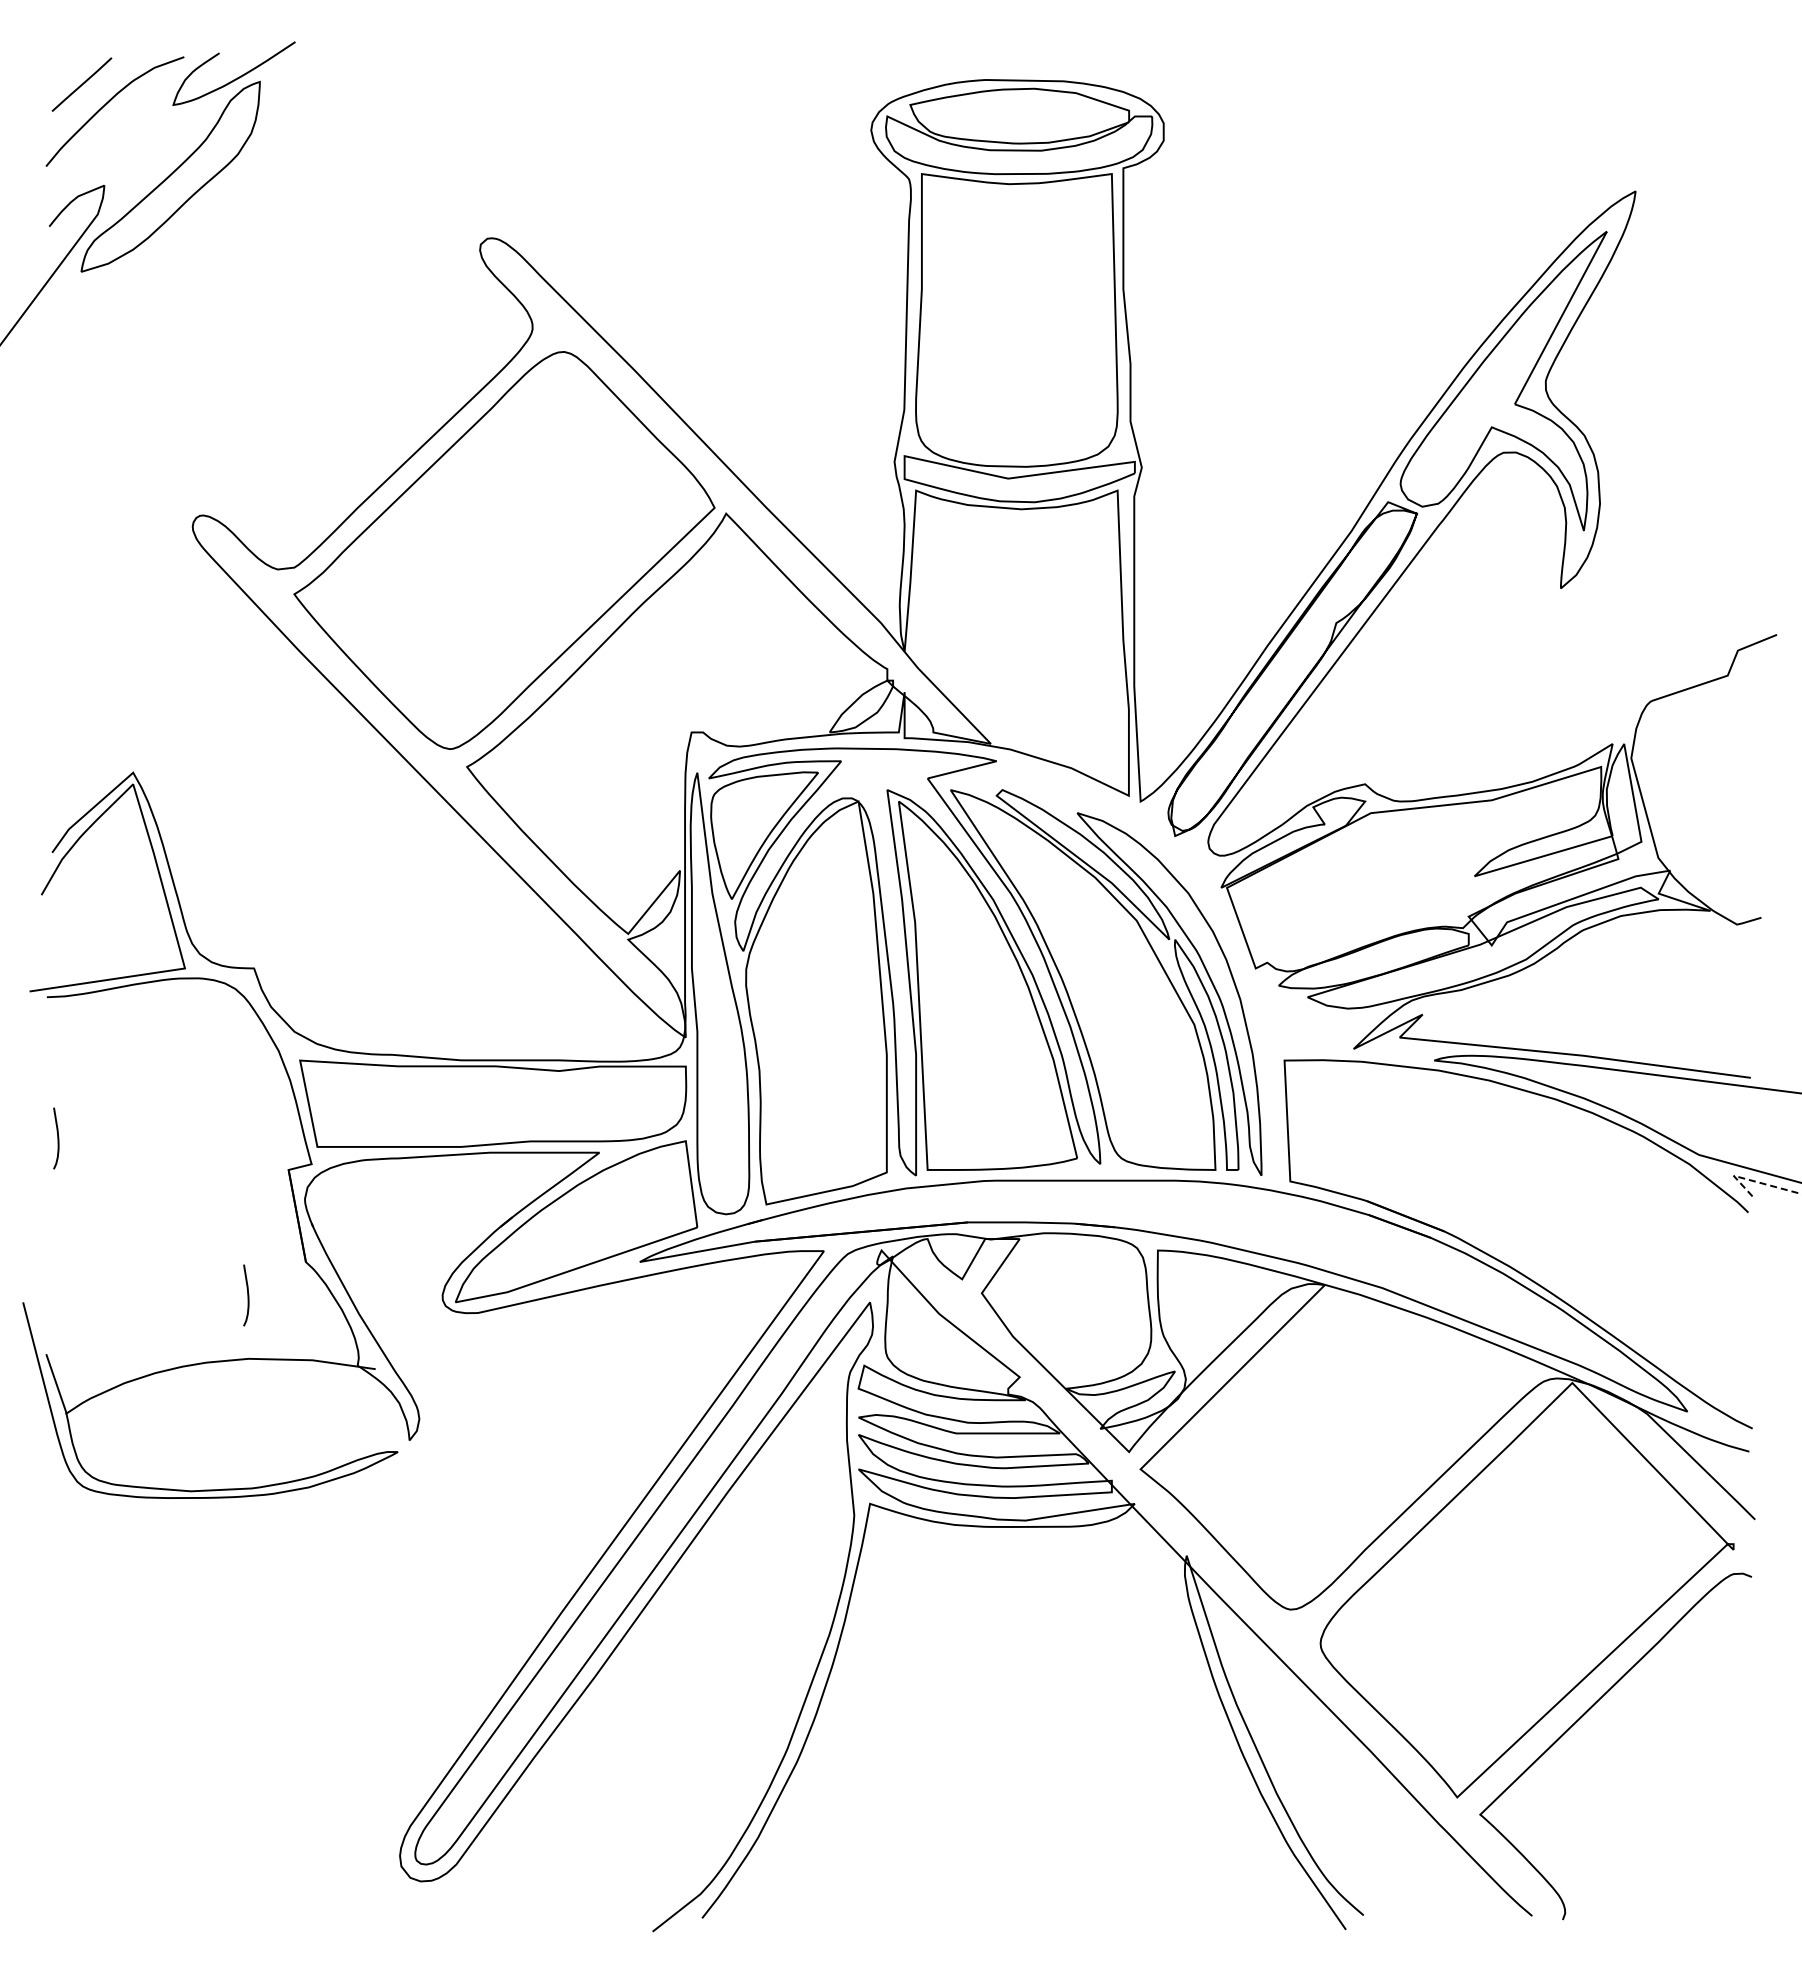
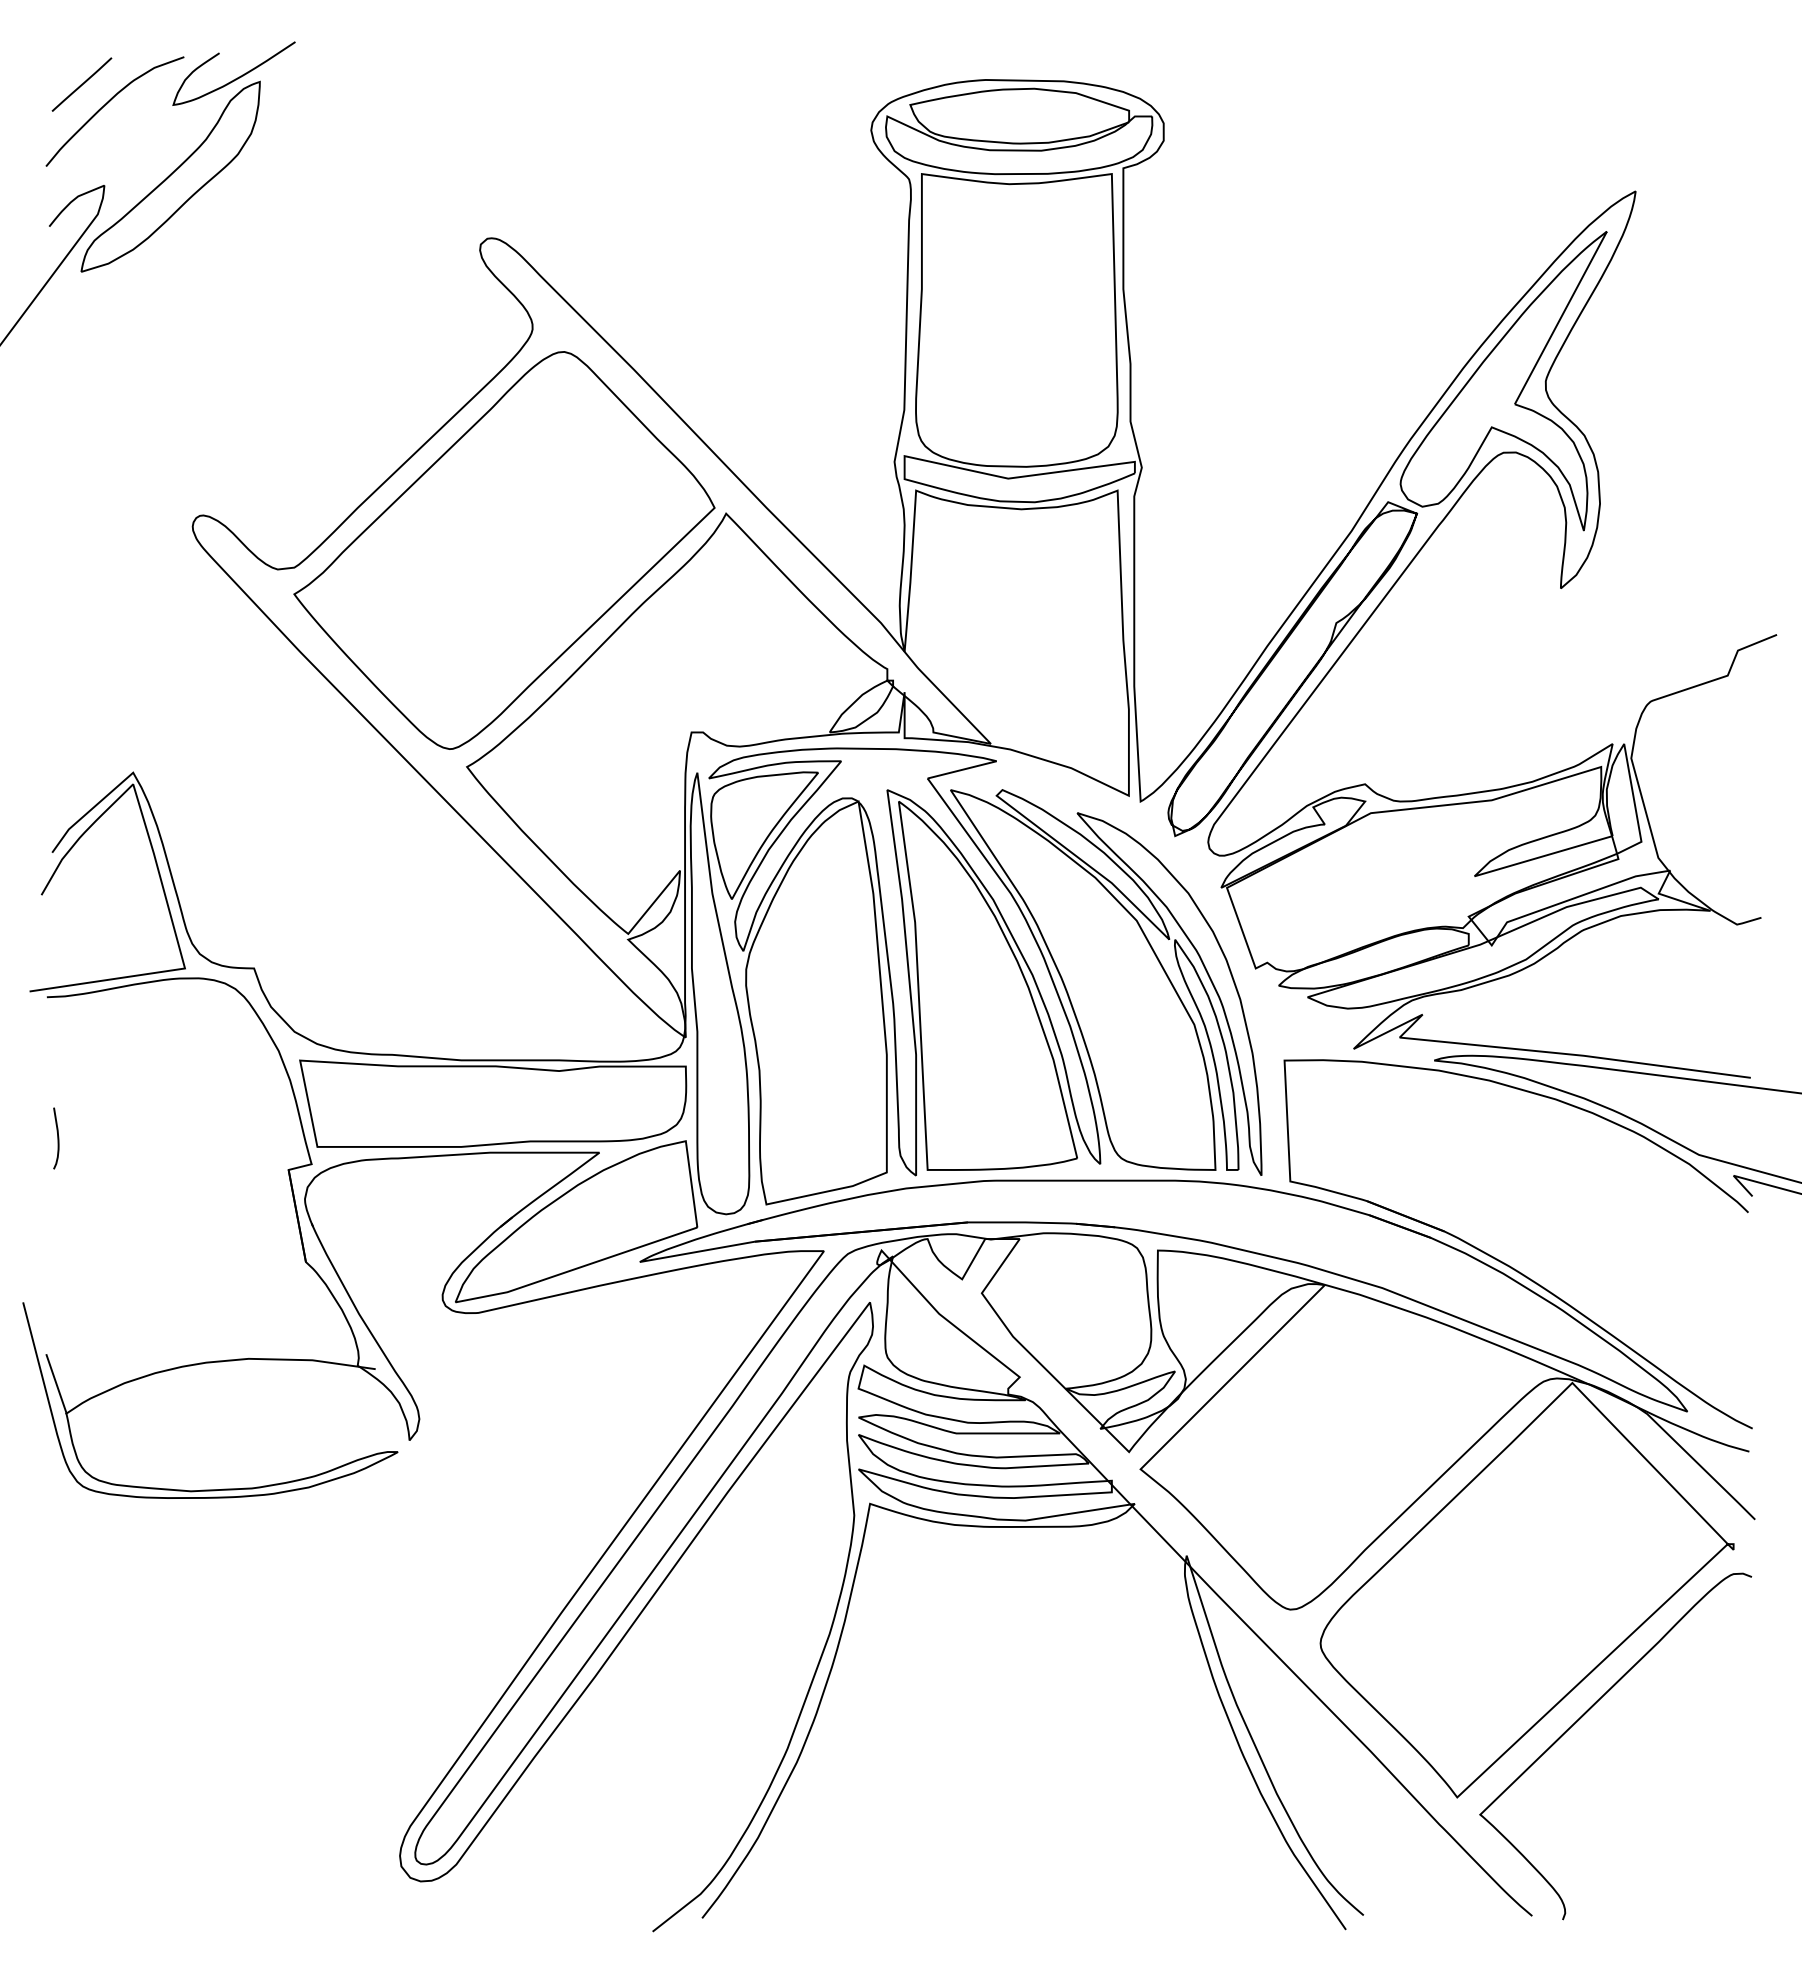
line at (1752, 1180): dashed -> solid
curve at (247, 1295): present -> none
